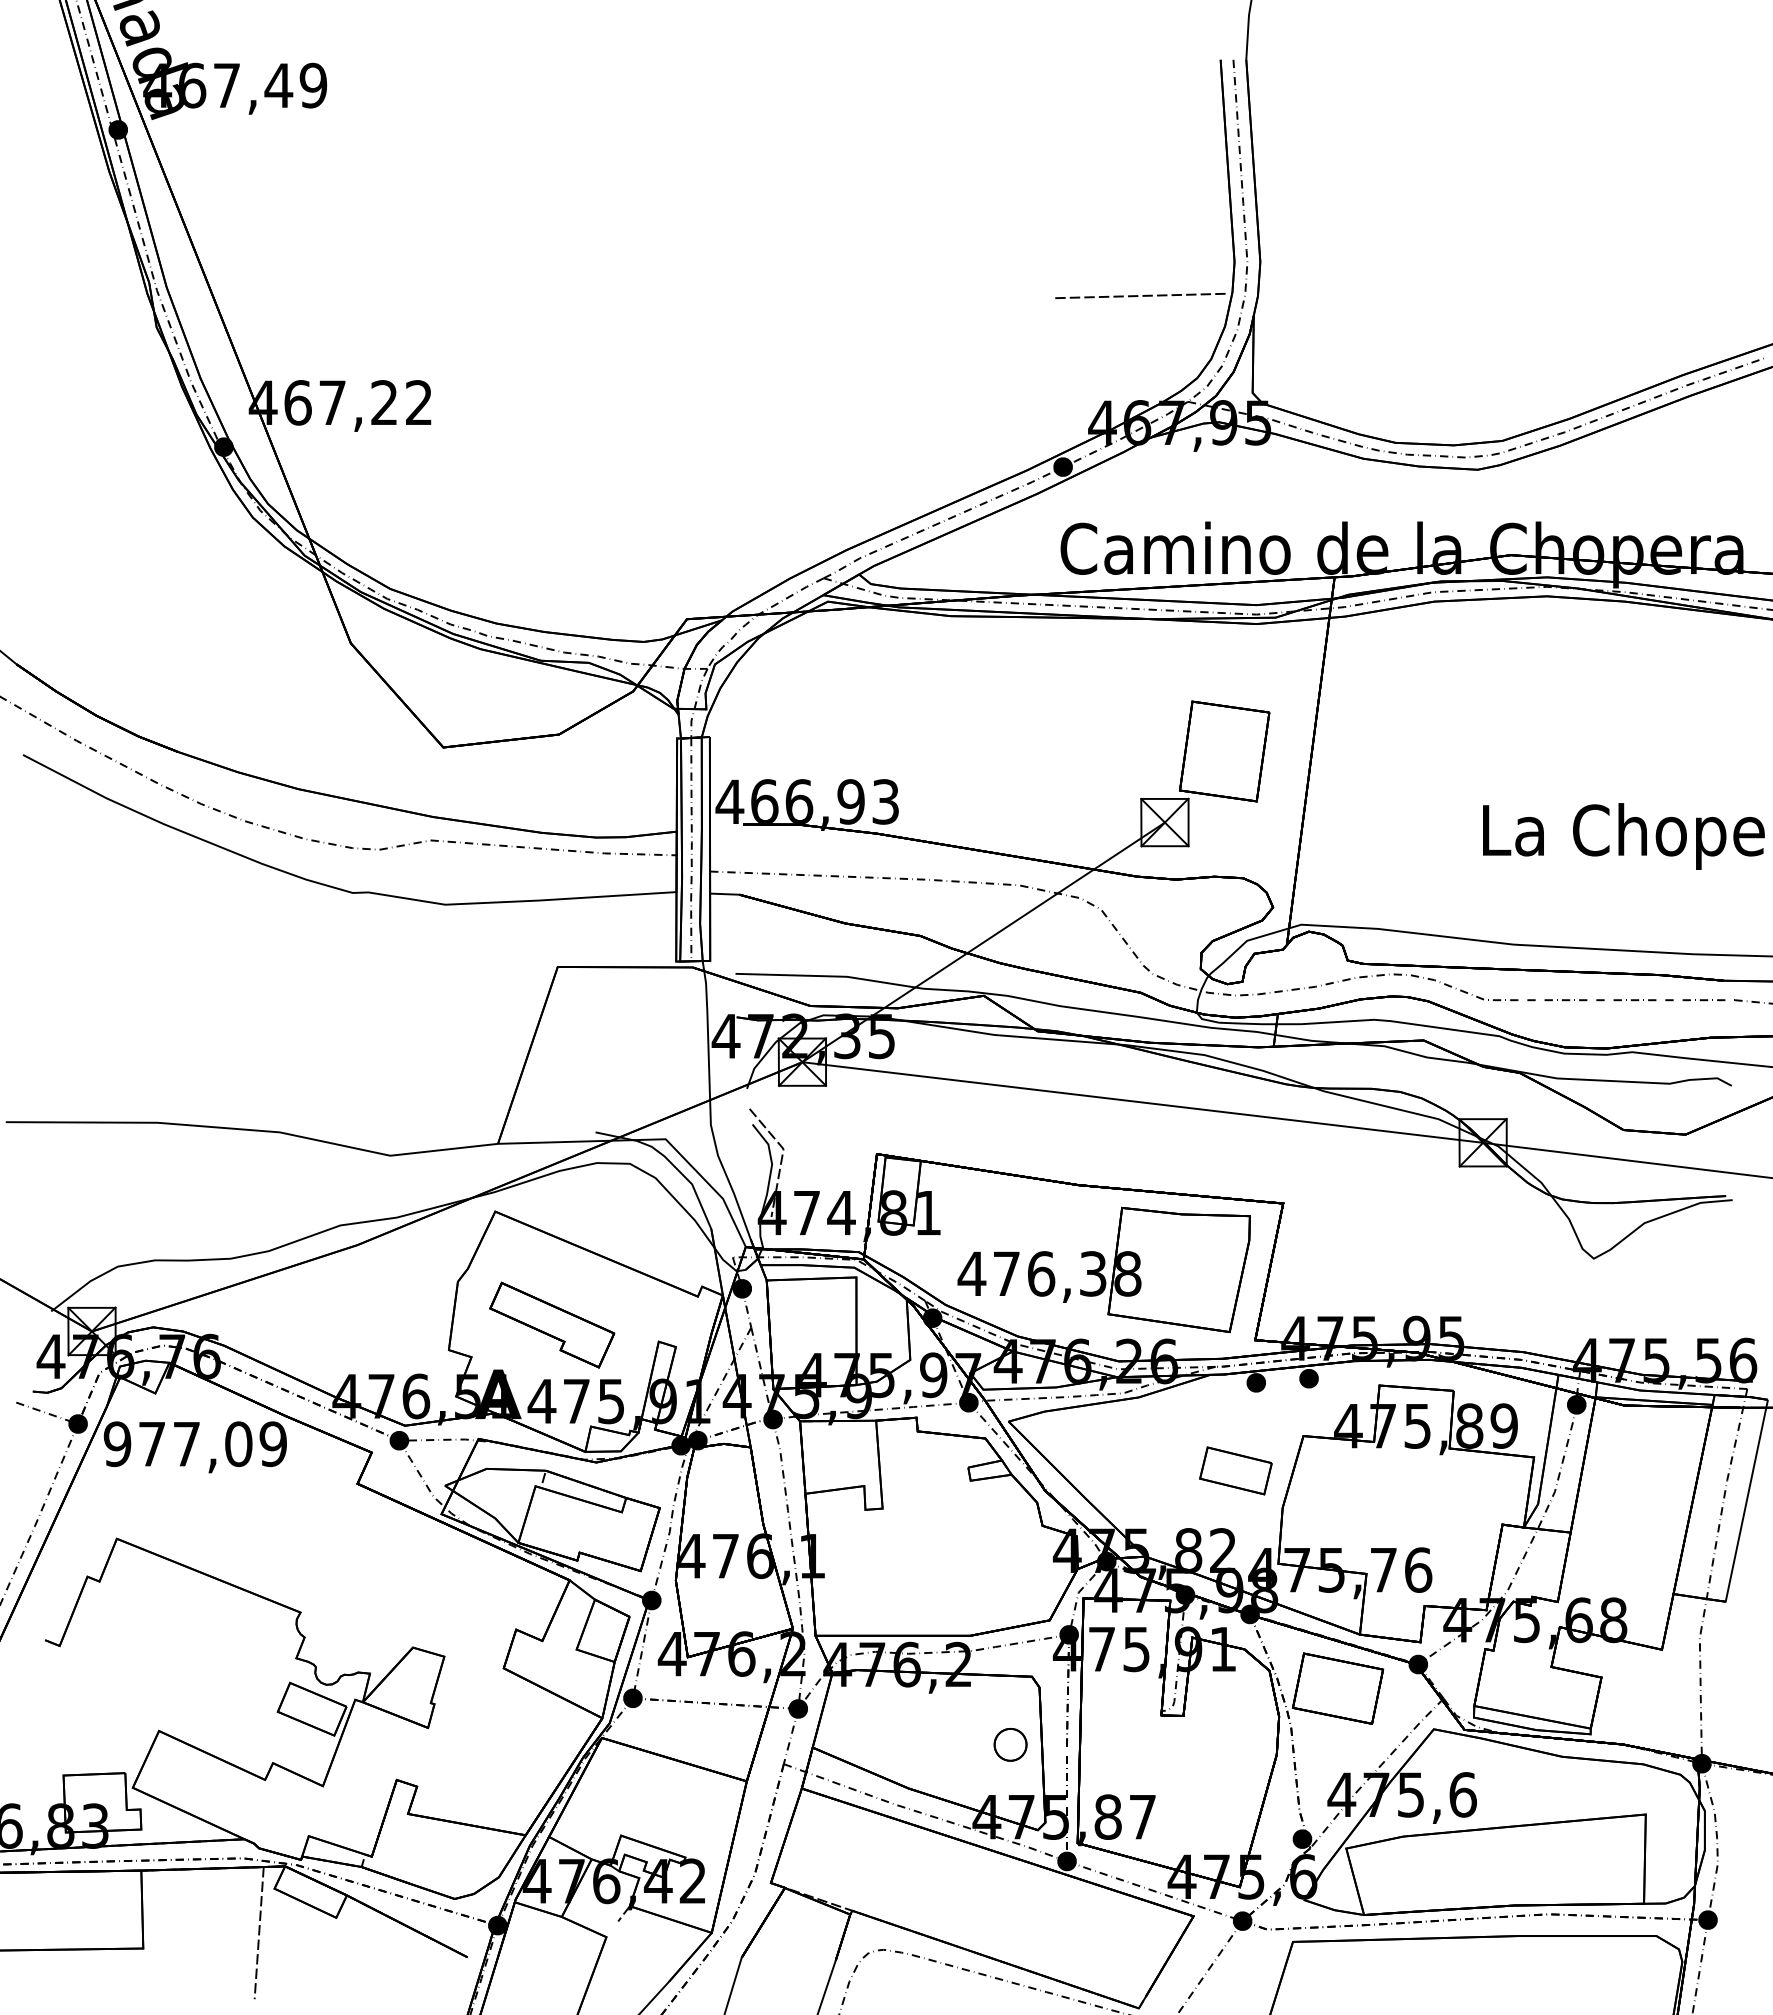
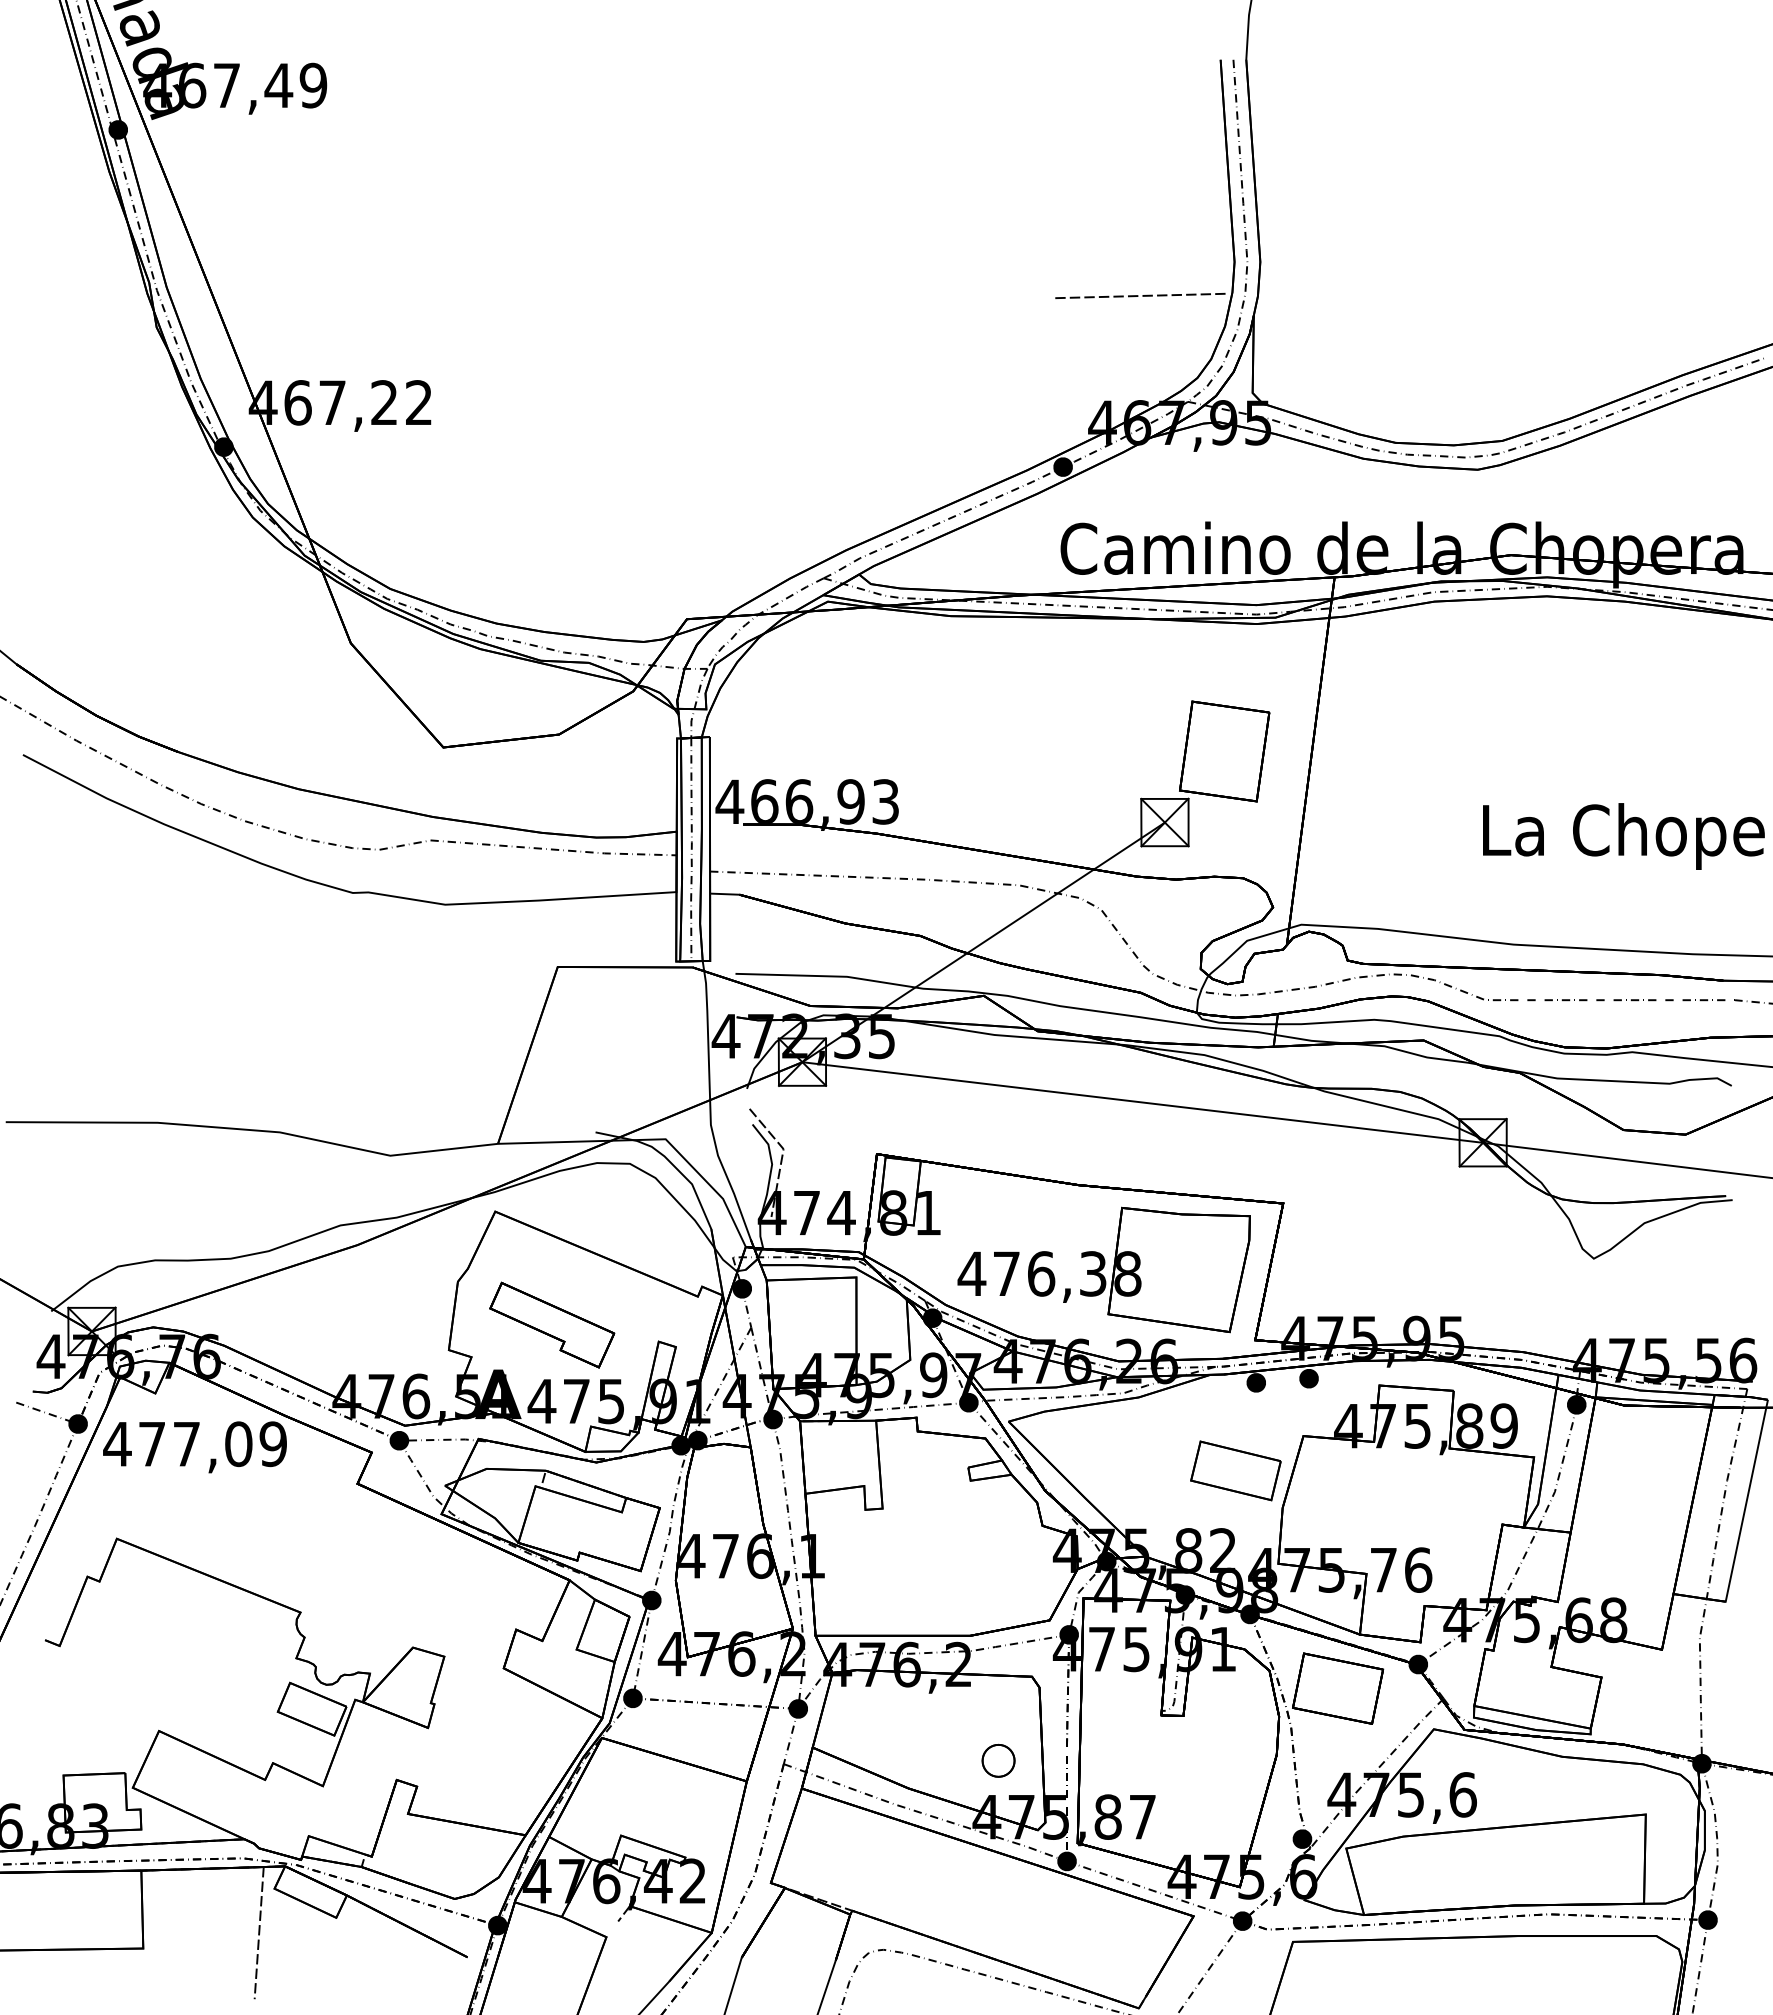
text at (117, 1444): 977,09 -> 477,09
part at (1235, 1470) size: 74x50 px -> 92x62 px
part at (1010, 1744) position: (1010, 1744) -> (998, 1760)
